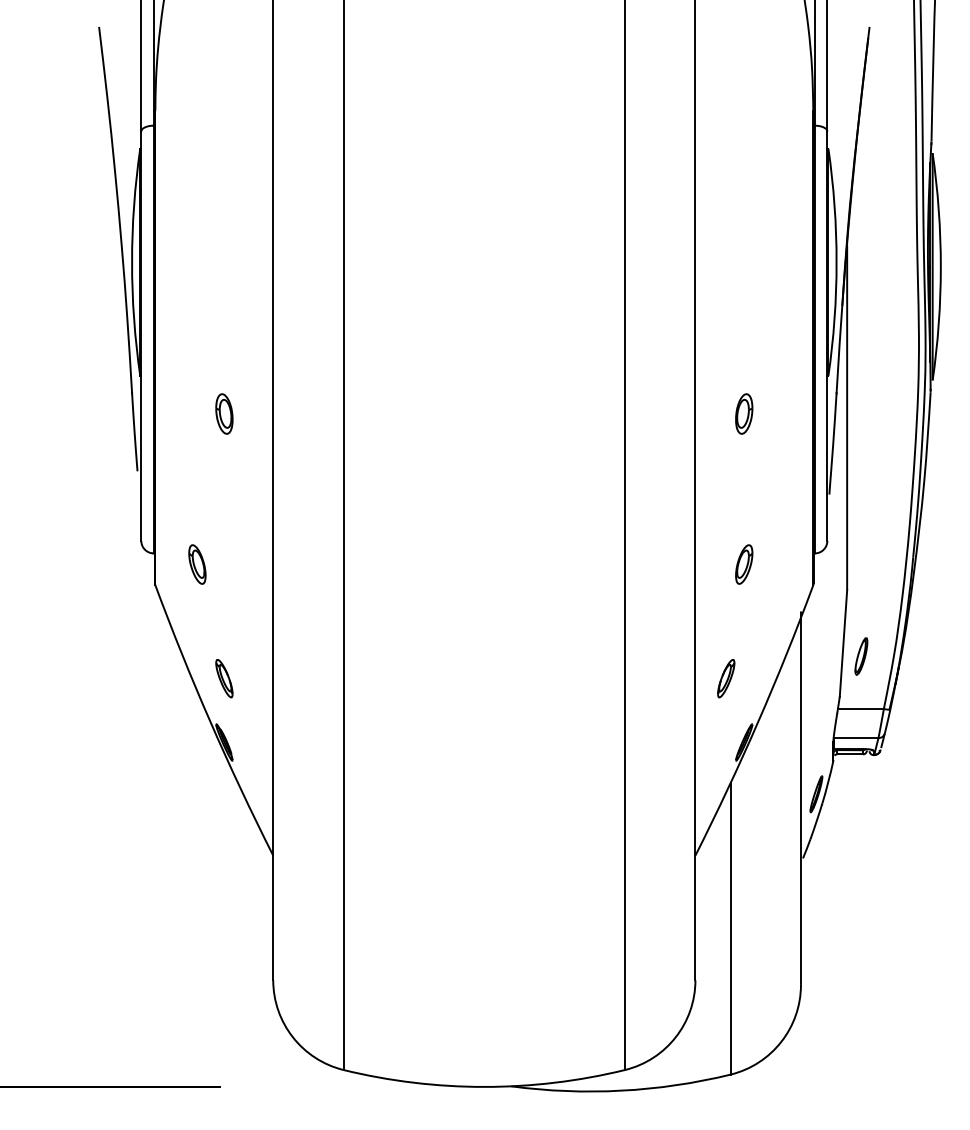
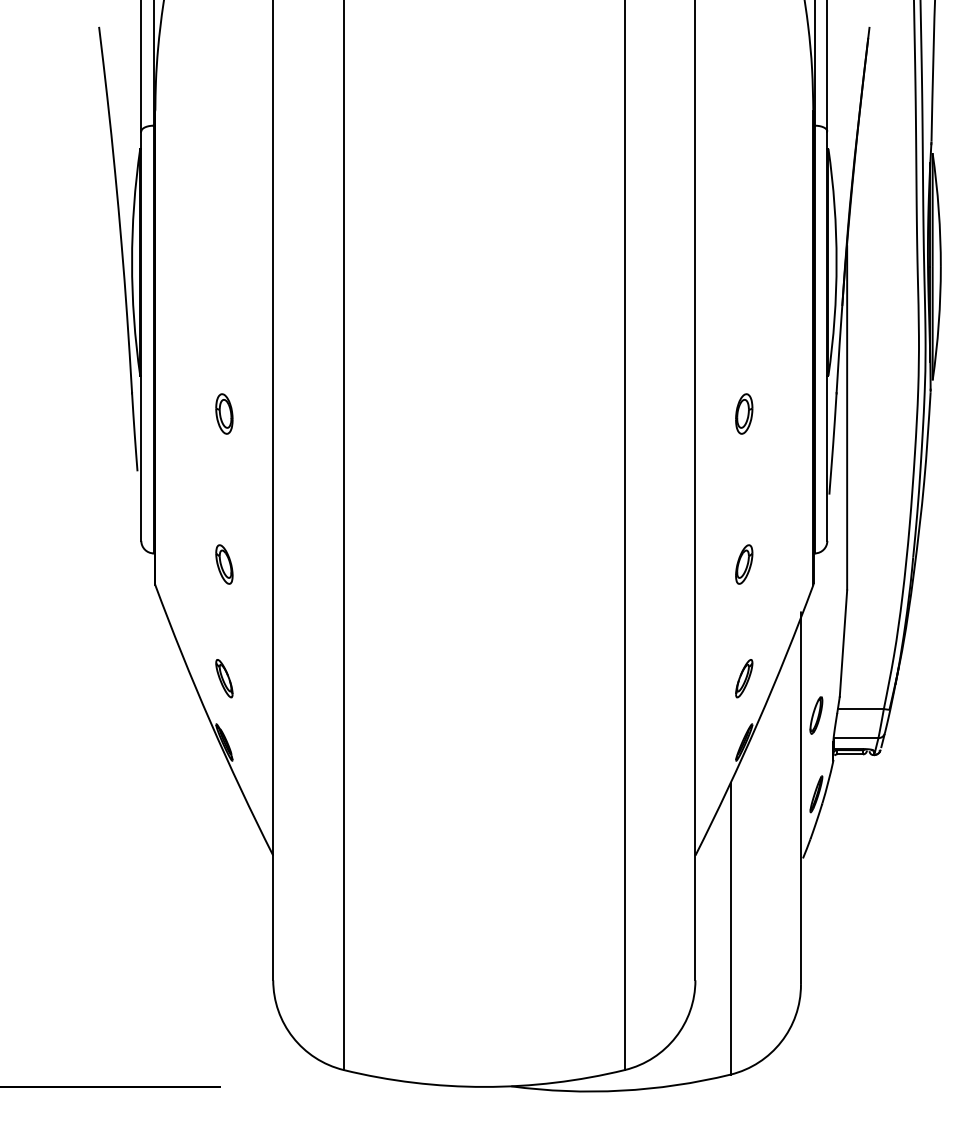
part at (197, 564) position: (197, 564) -> (224, 564)
part at (861, 656) position: (861, 656) -> (816, 715)
part at (726, 678) position: (726, 678) -> (744, 678)
